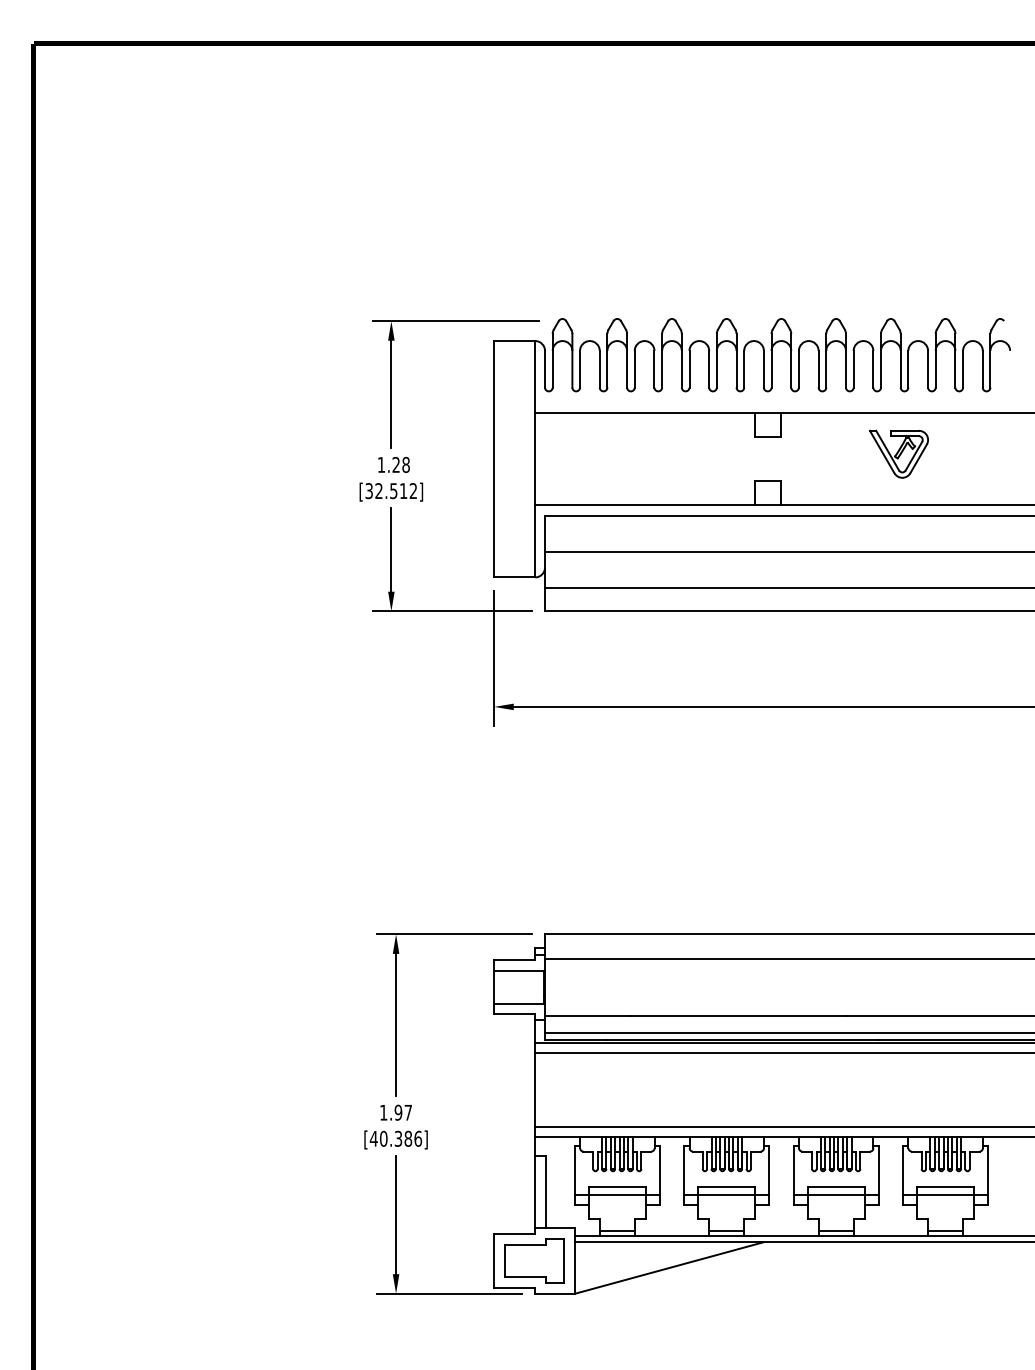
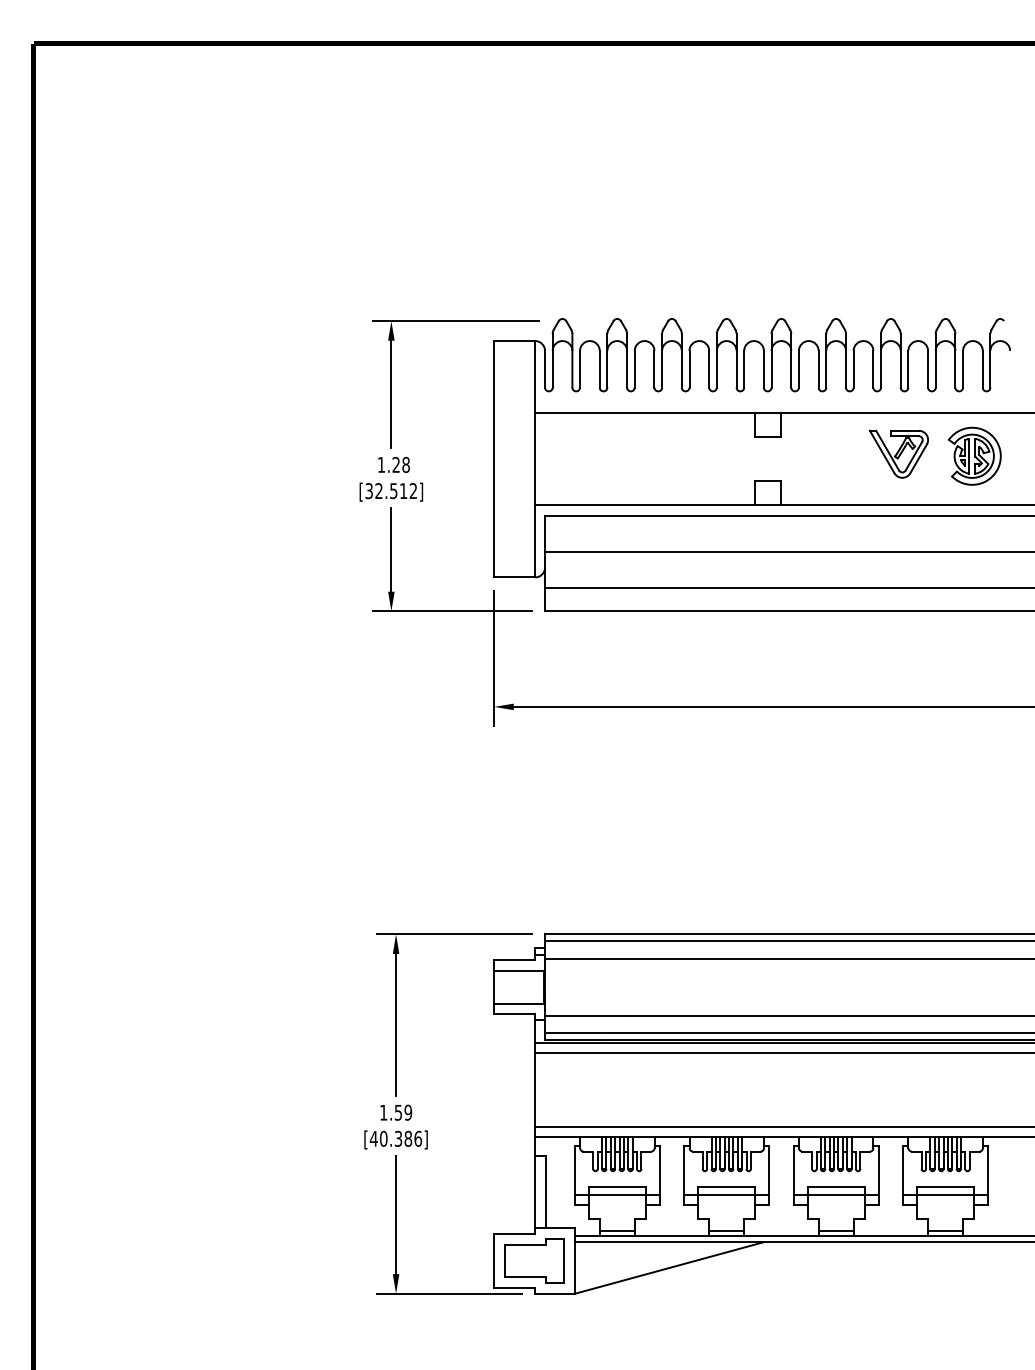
part at (974, 455): none -> present
line at (788, 941): none -> present
text at (403, 1112): 1.97 -> 1.59
